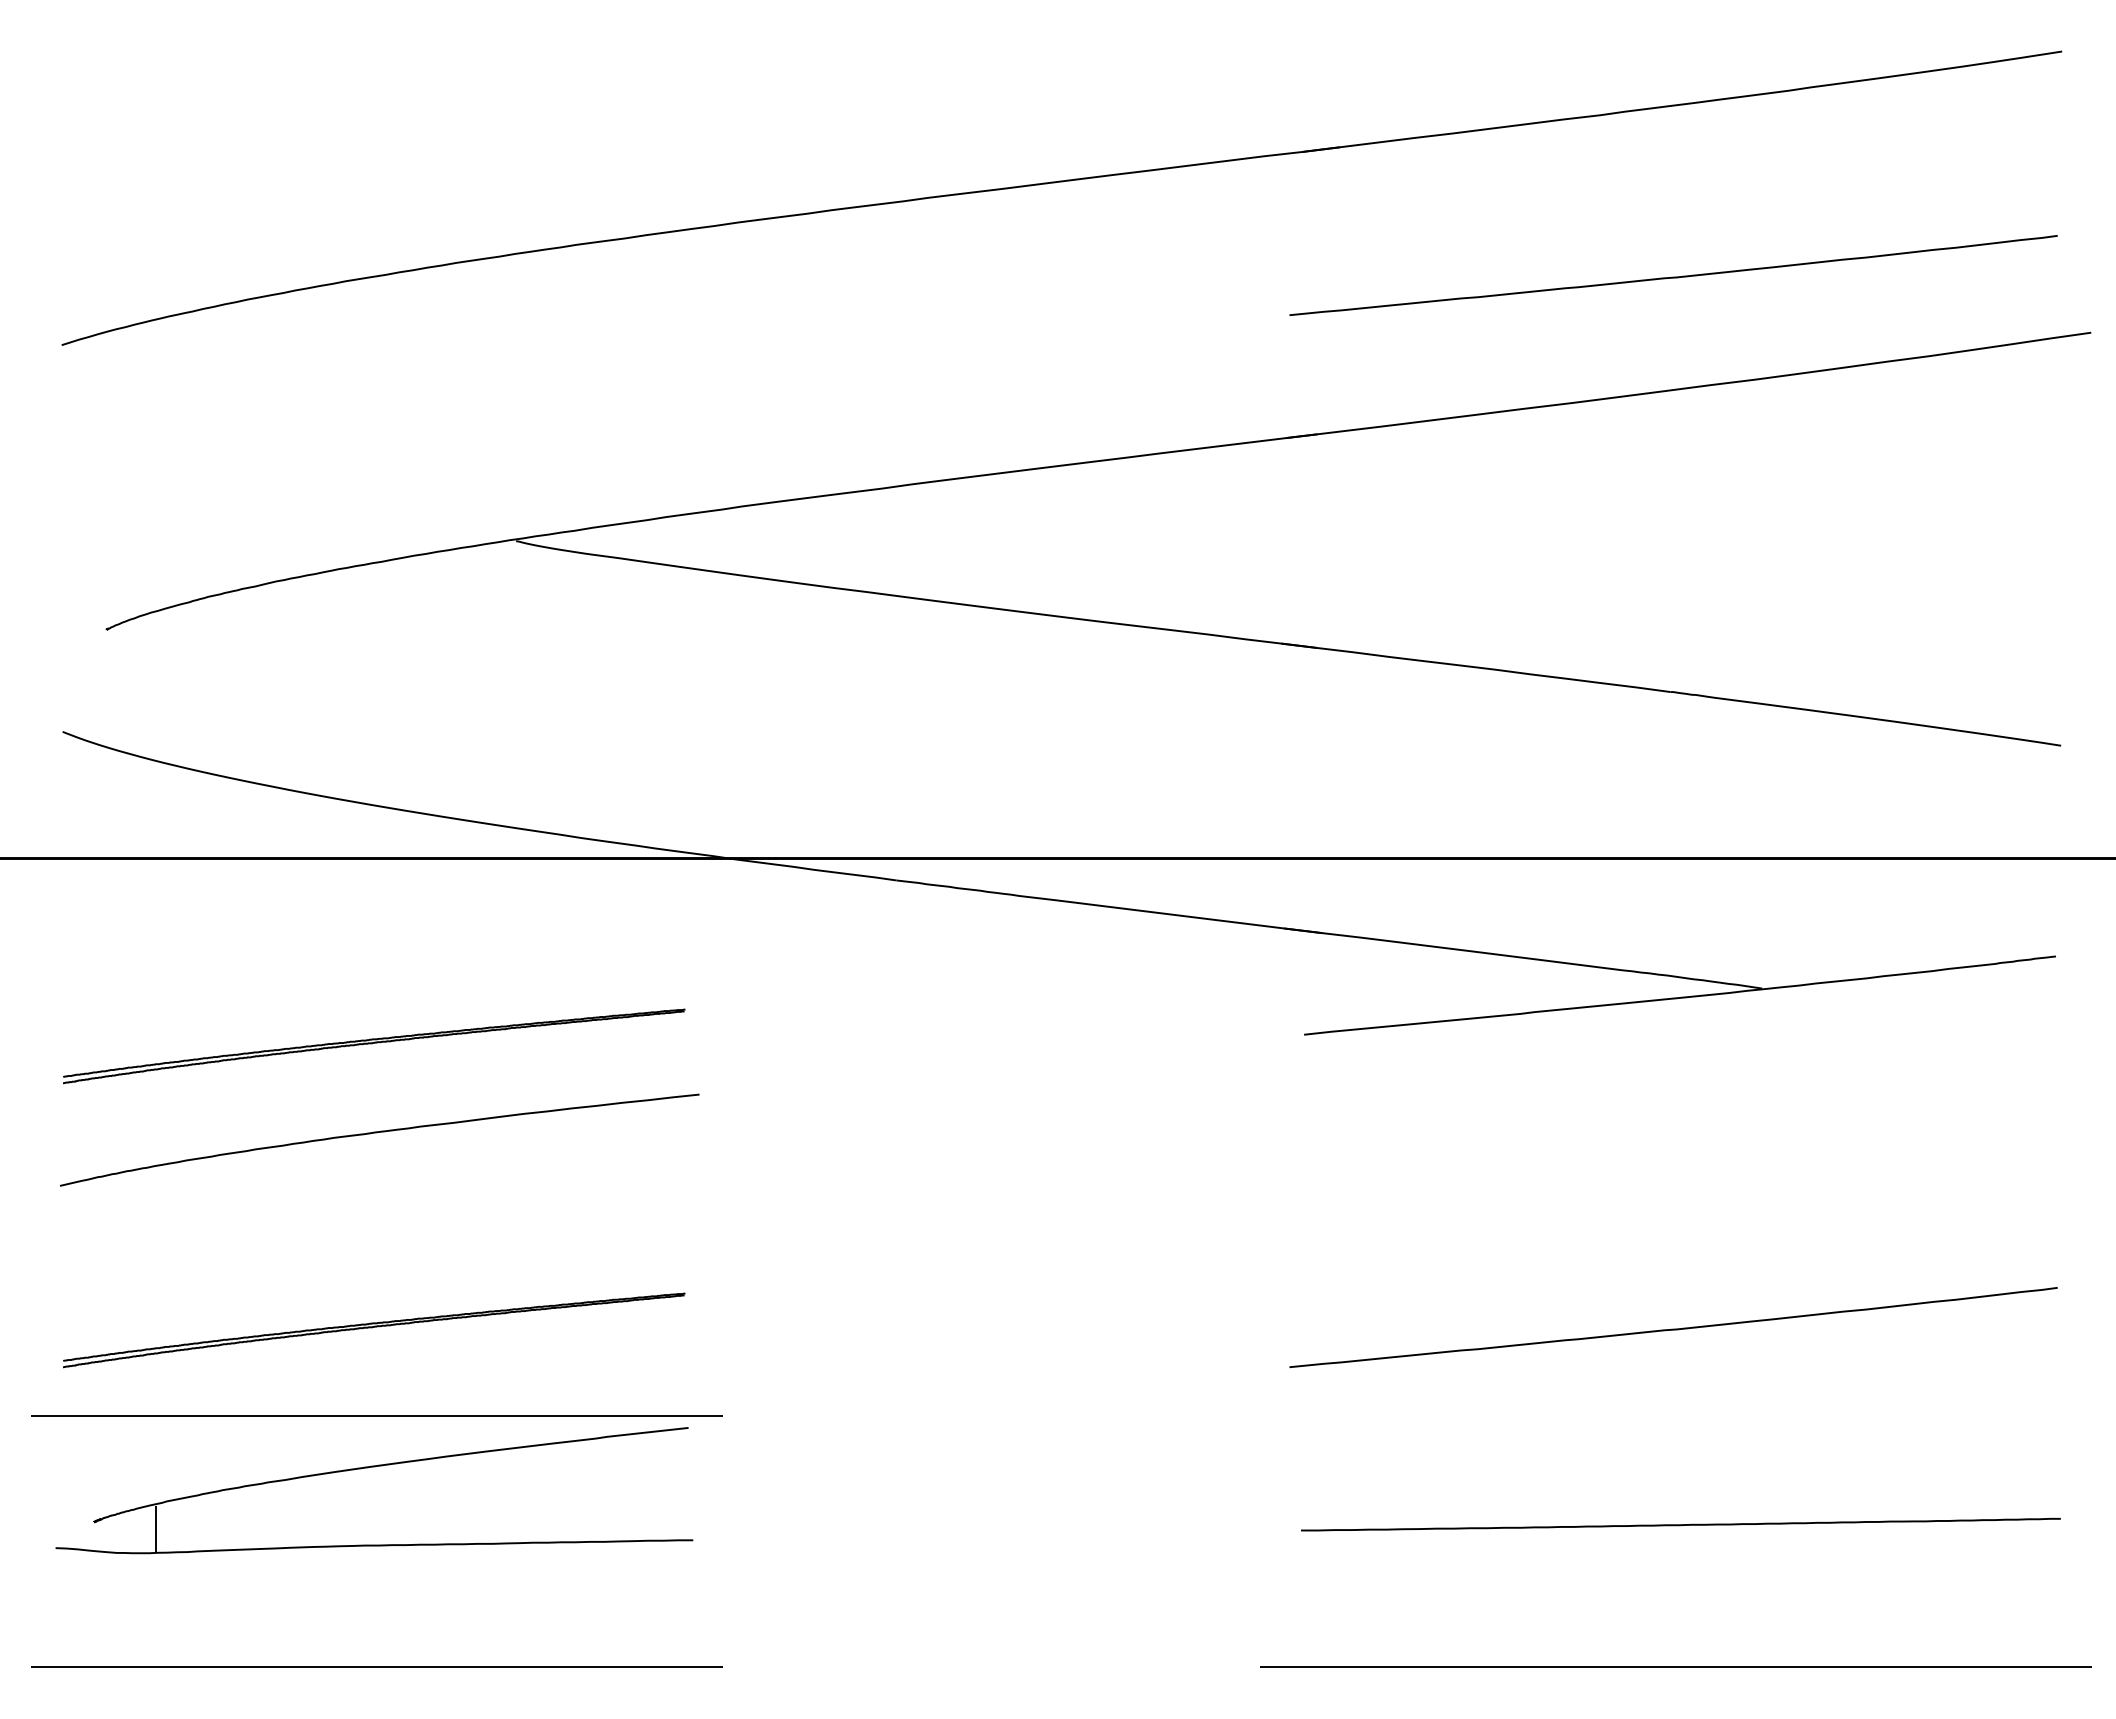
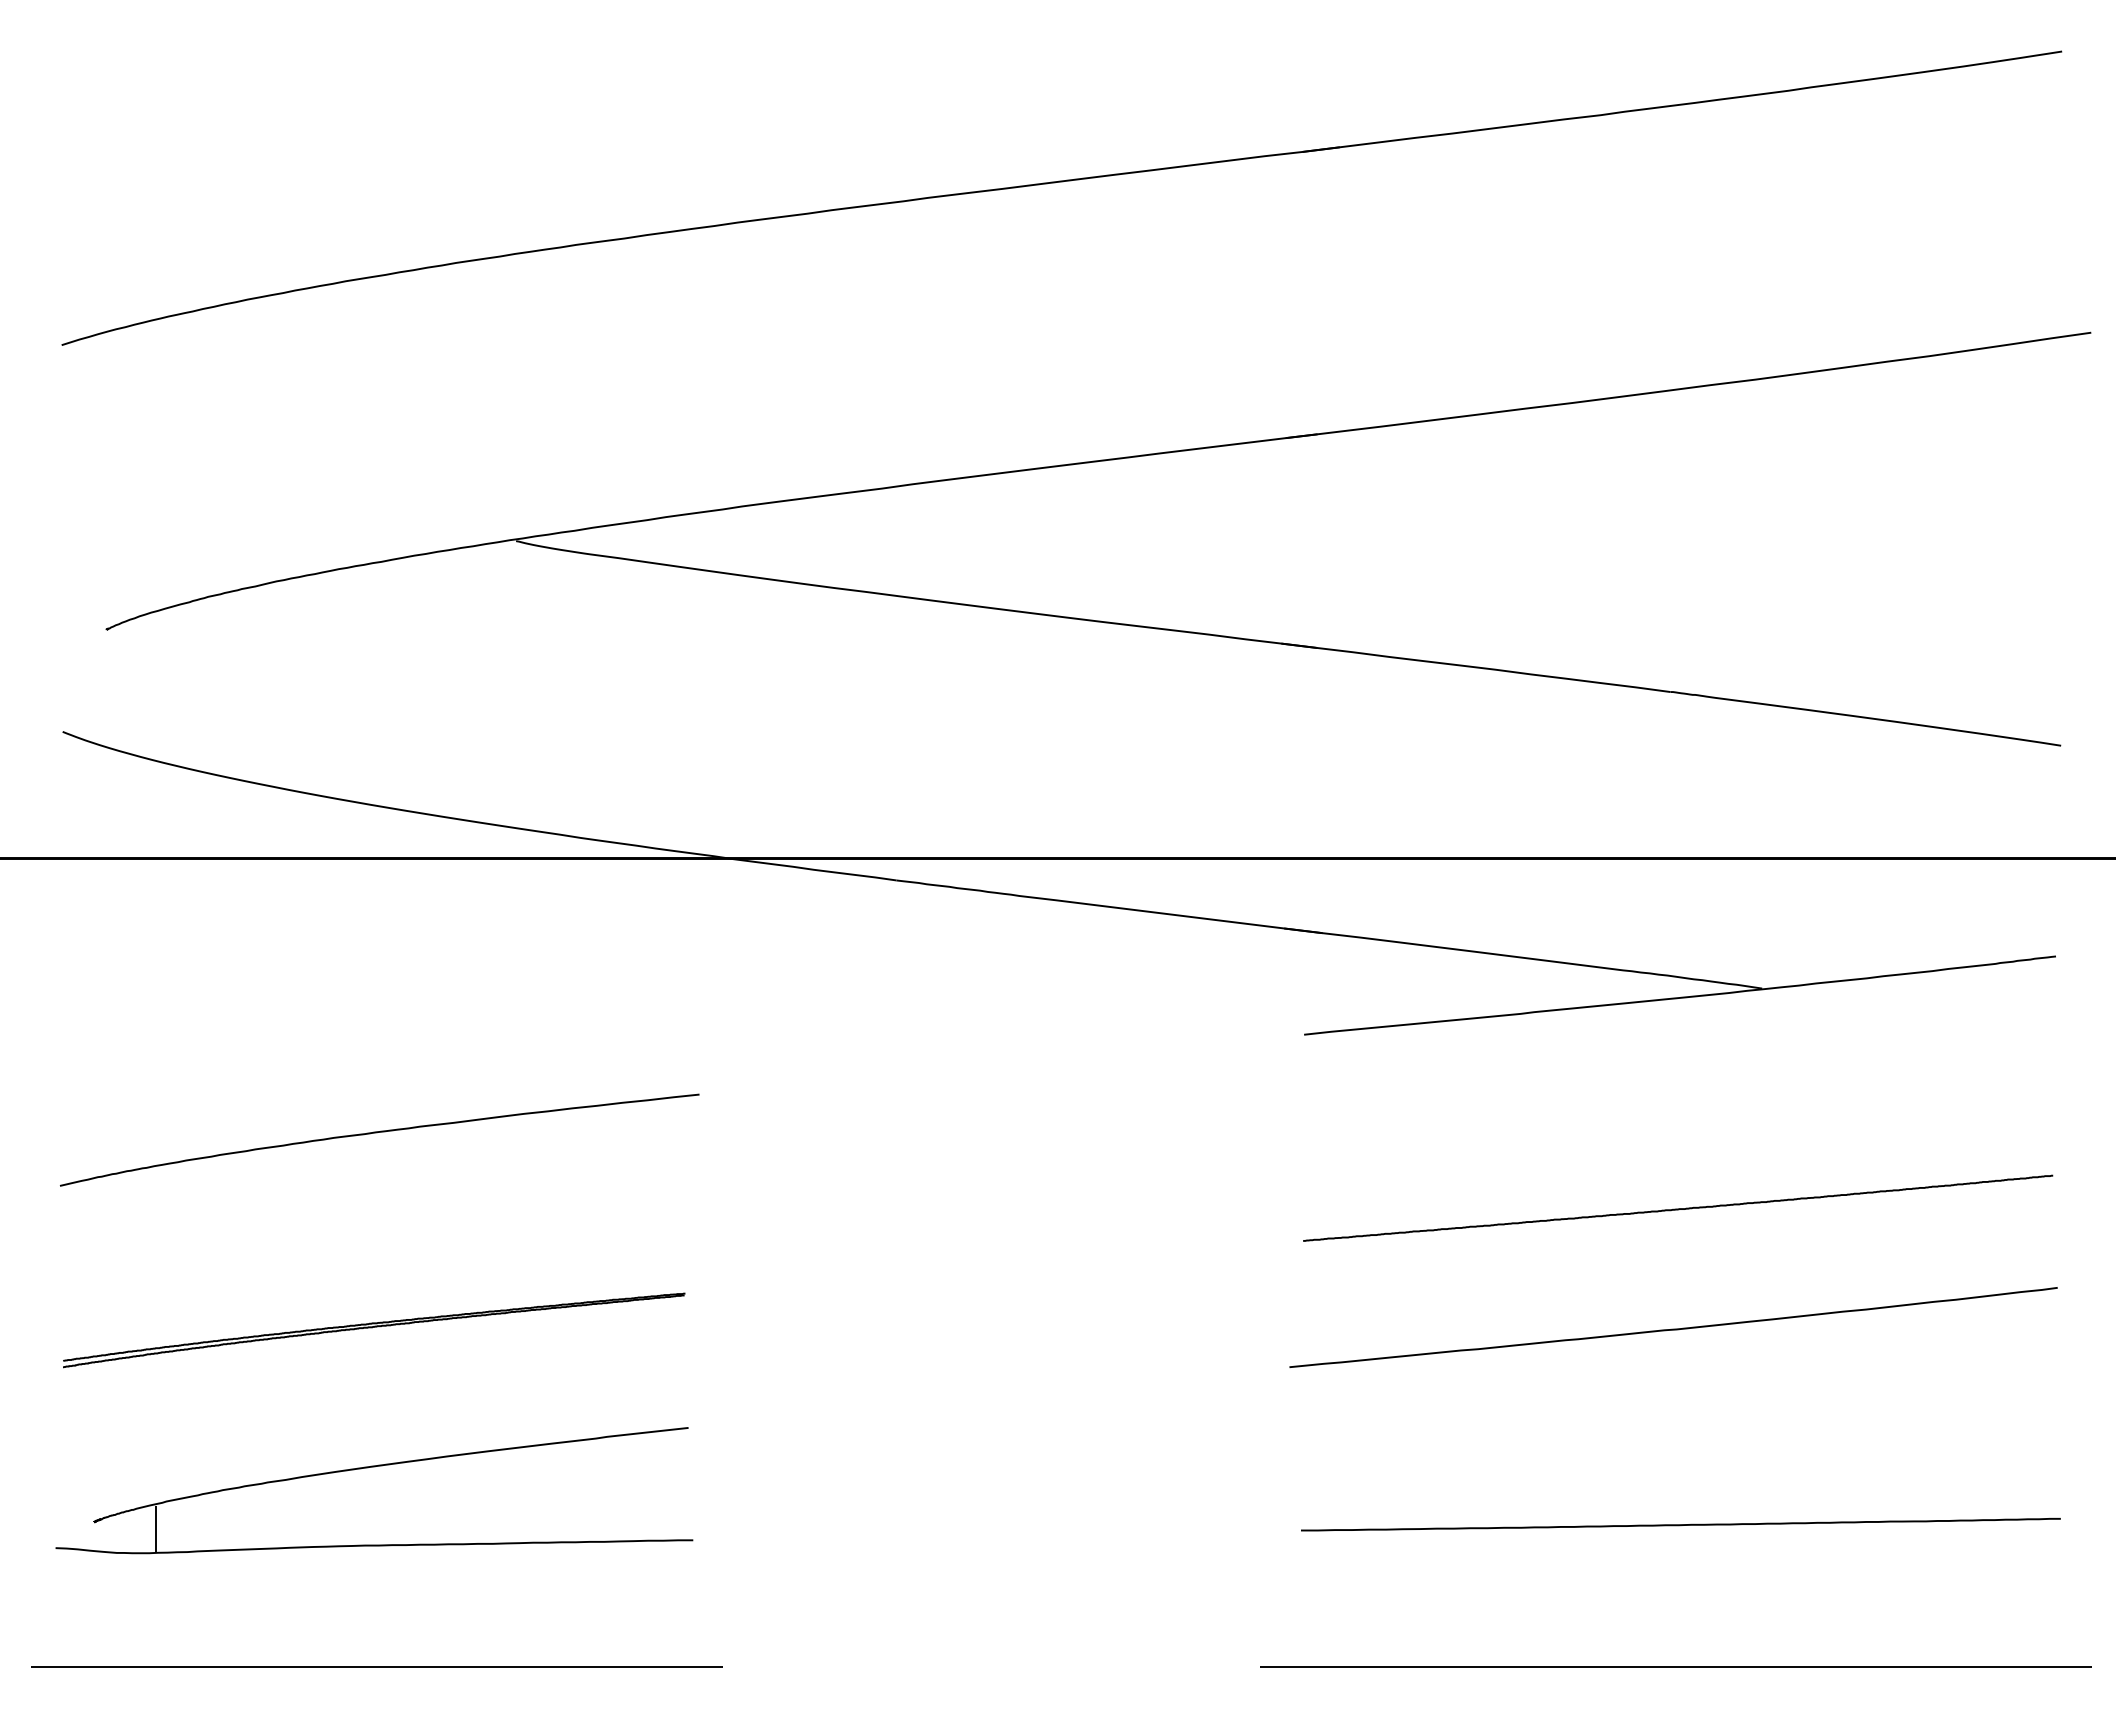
curve at (1673, 276): present -> none
part at (374, 1046): present -> none
curve at (1678, 1208): none -> present
line at (376, 1415): present -> none
